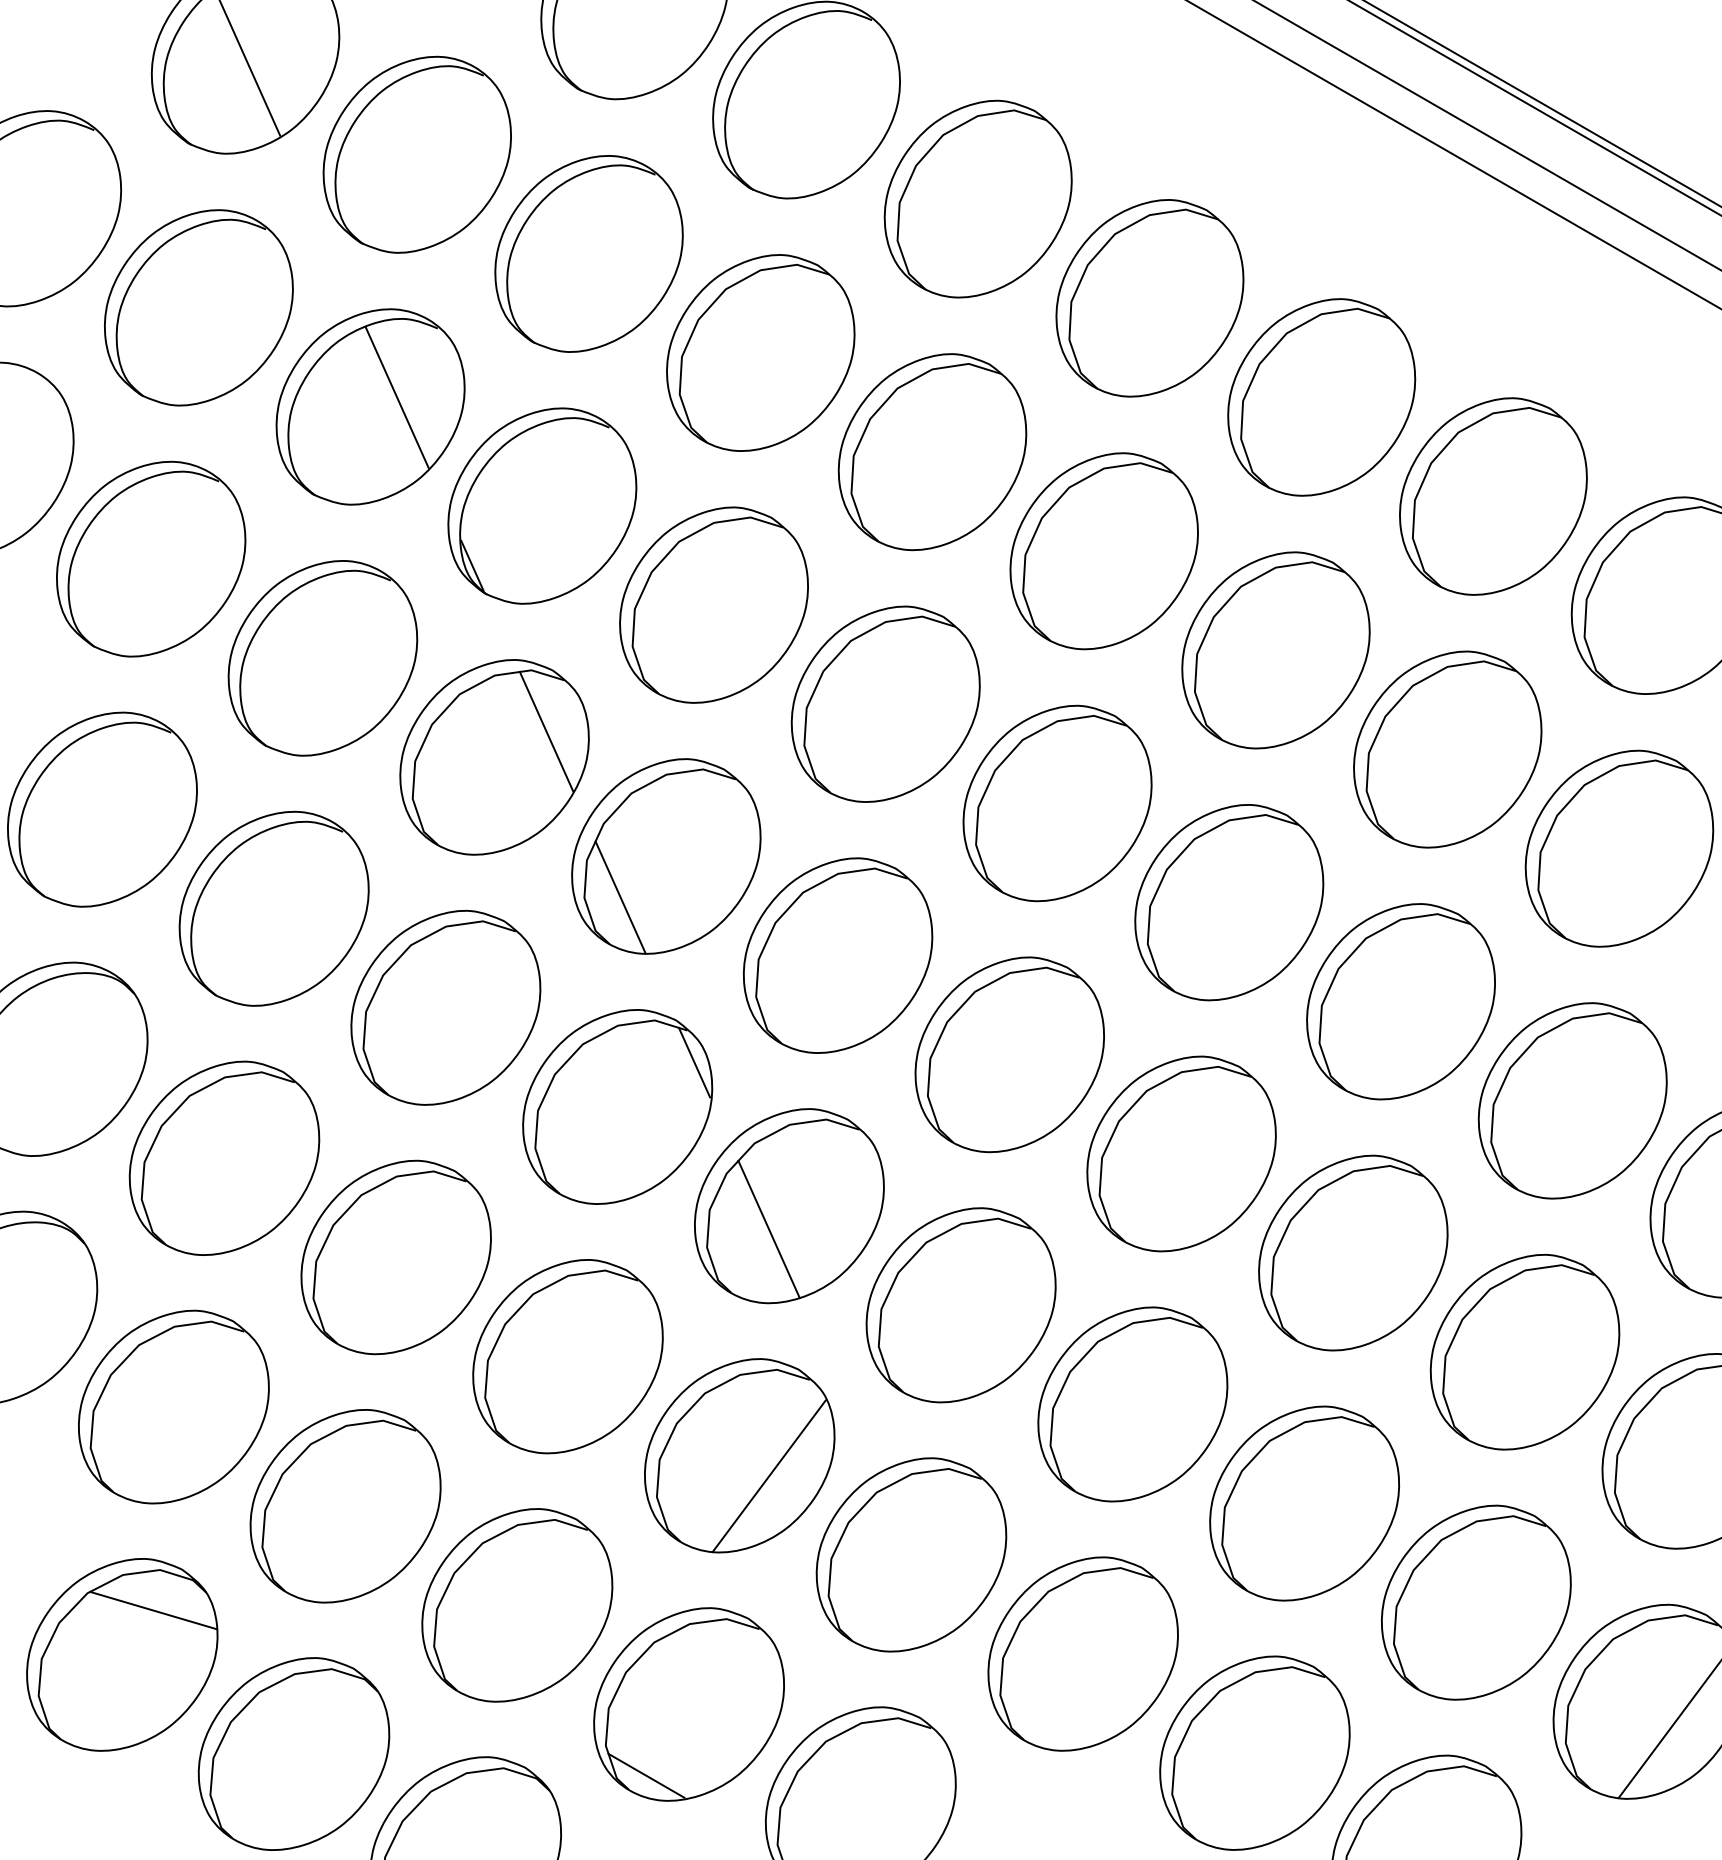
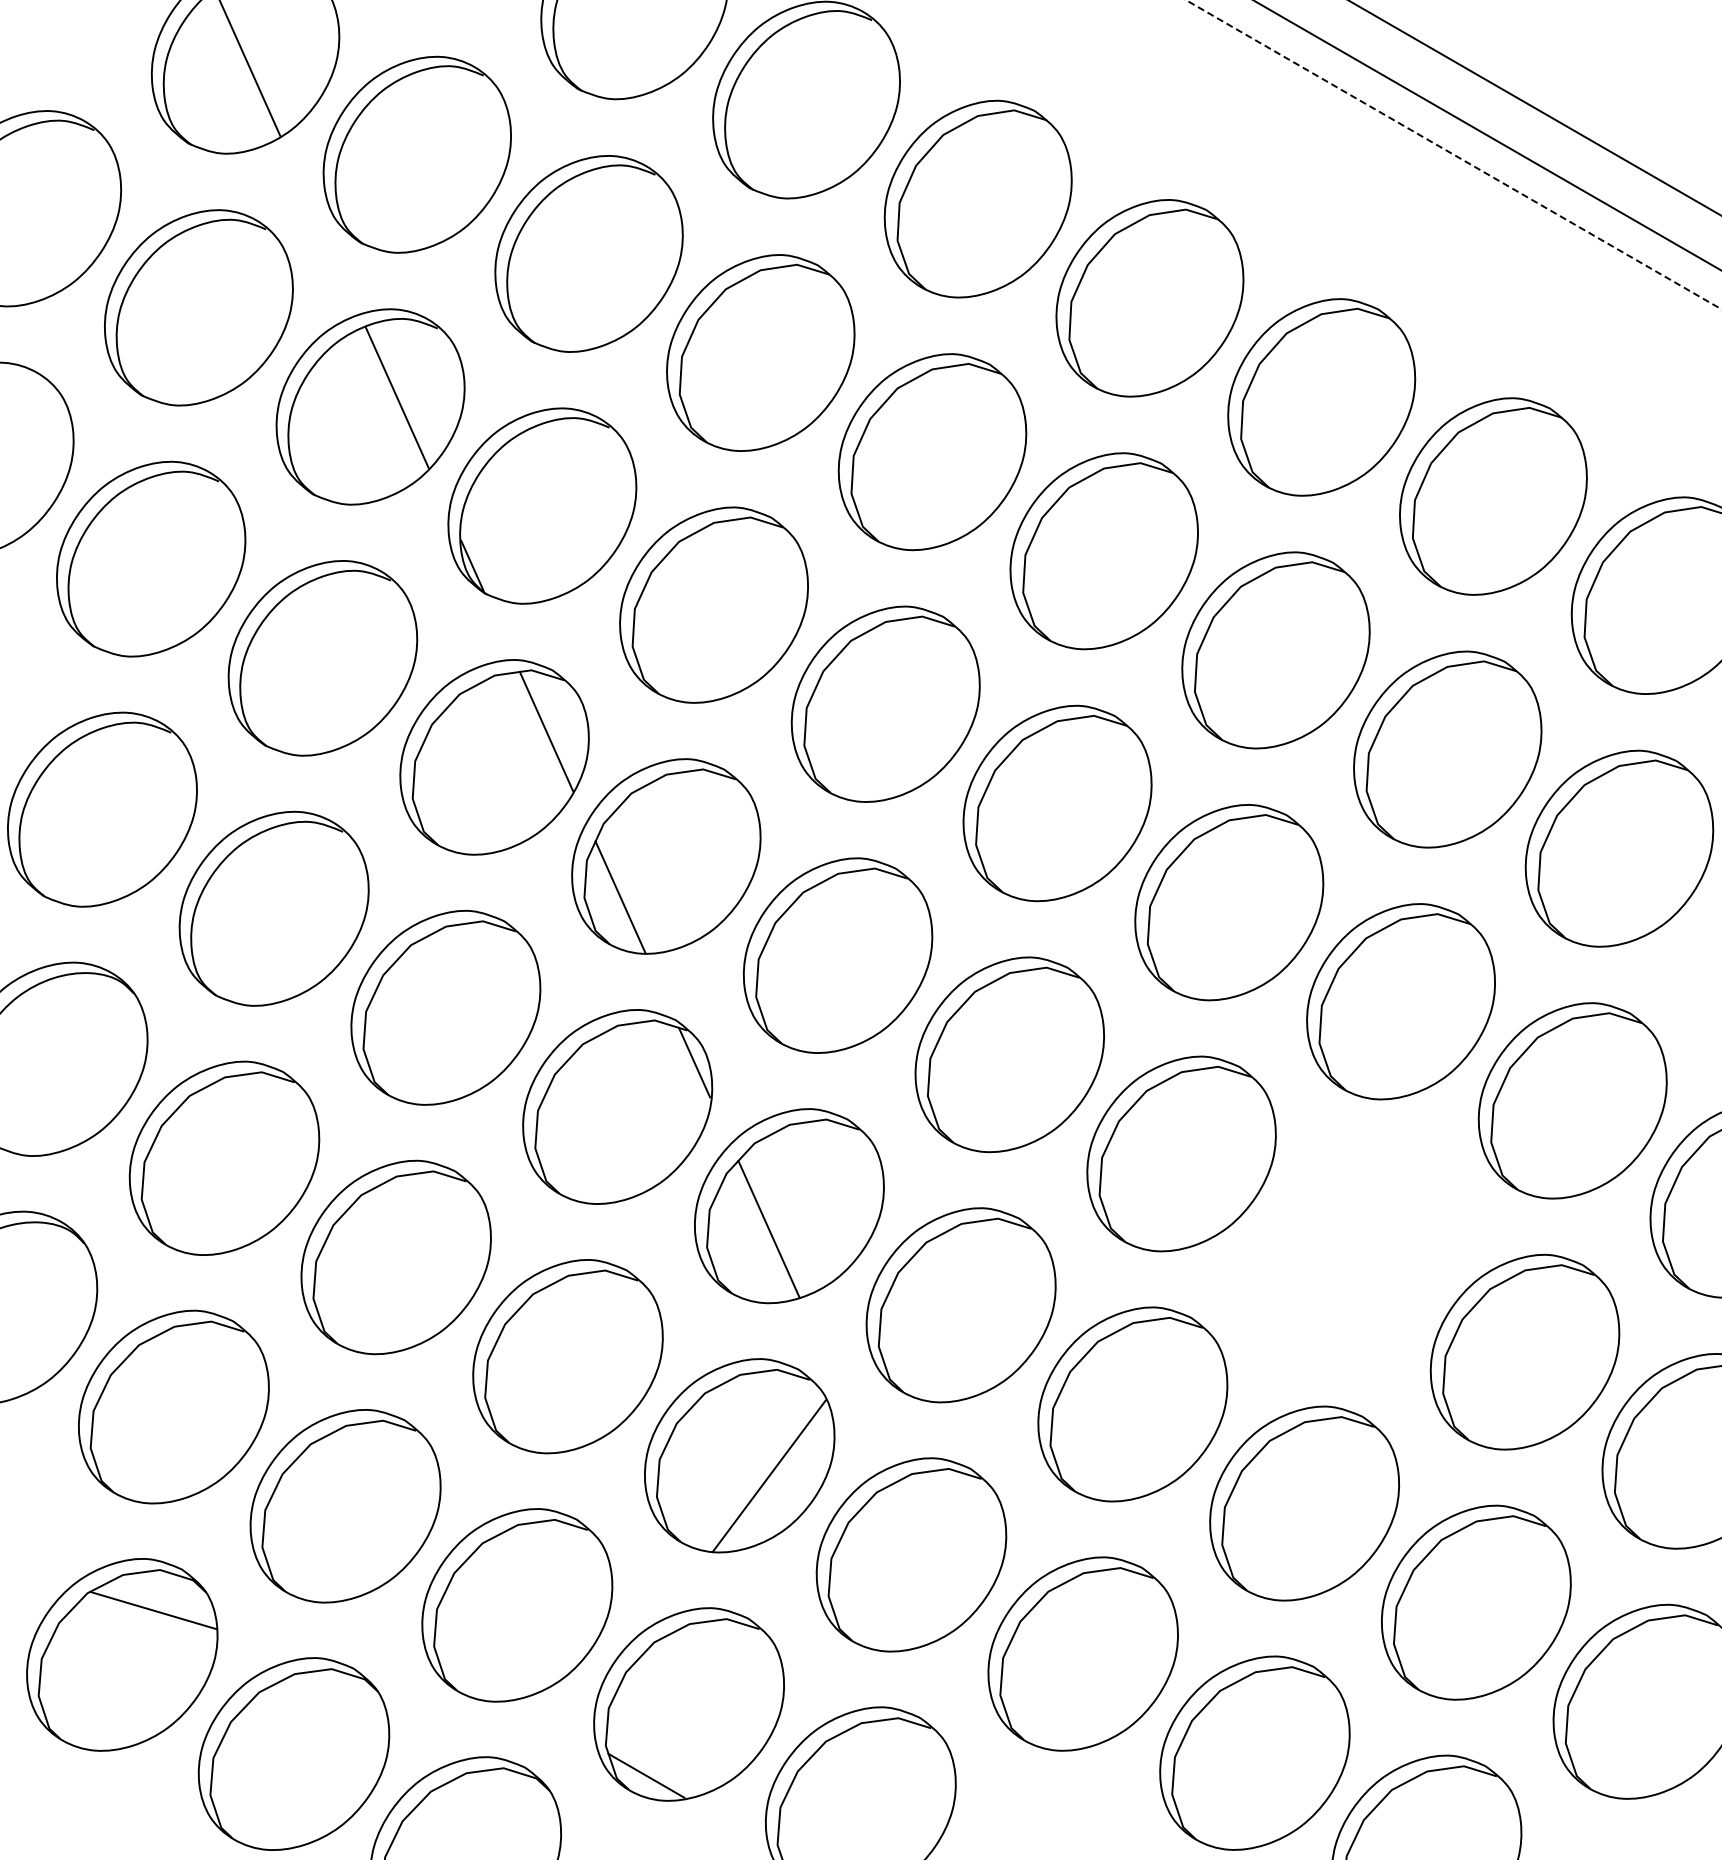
line at (1542, 103): present -> none
line at (1453, 154): solid -> dashed
part at (1353, 1252): present -> none
line at (1668, 1730): present -> none
